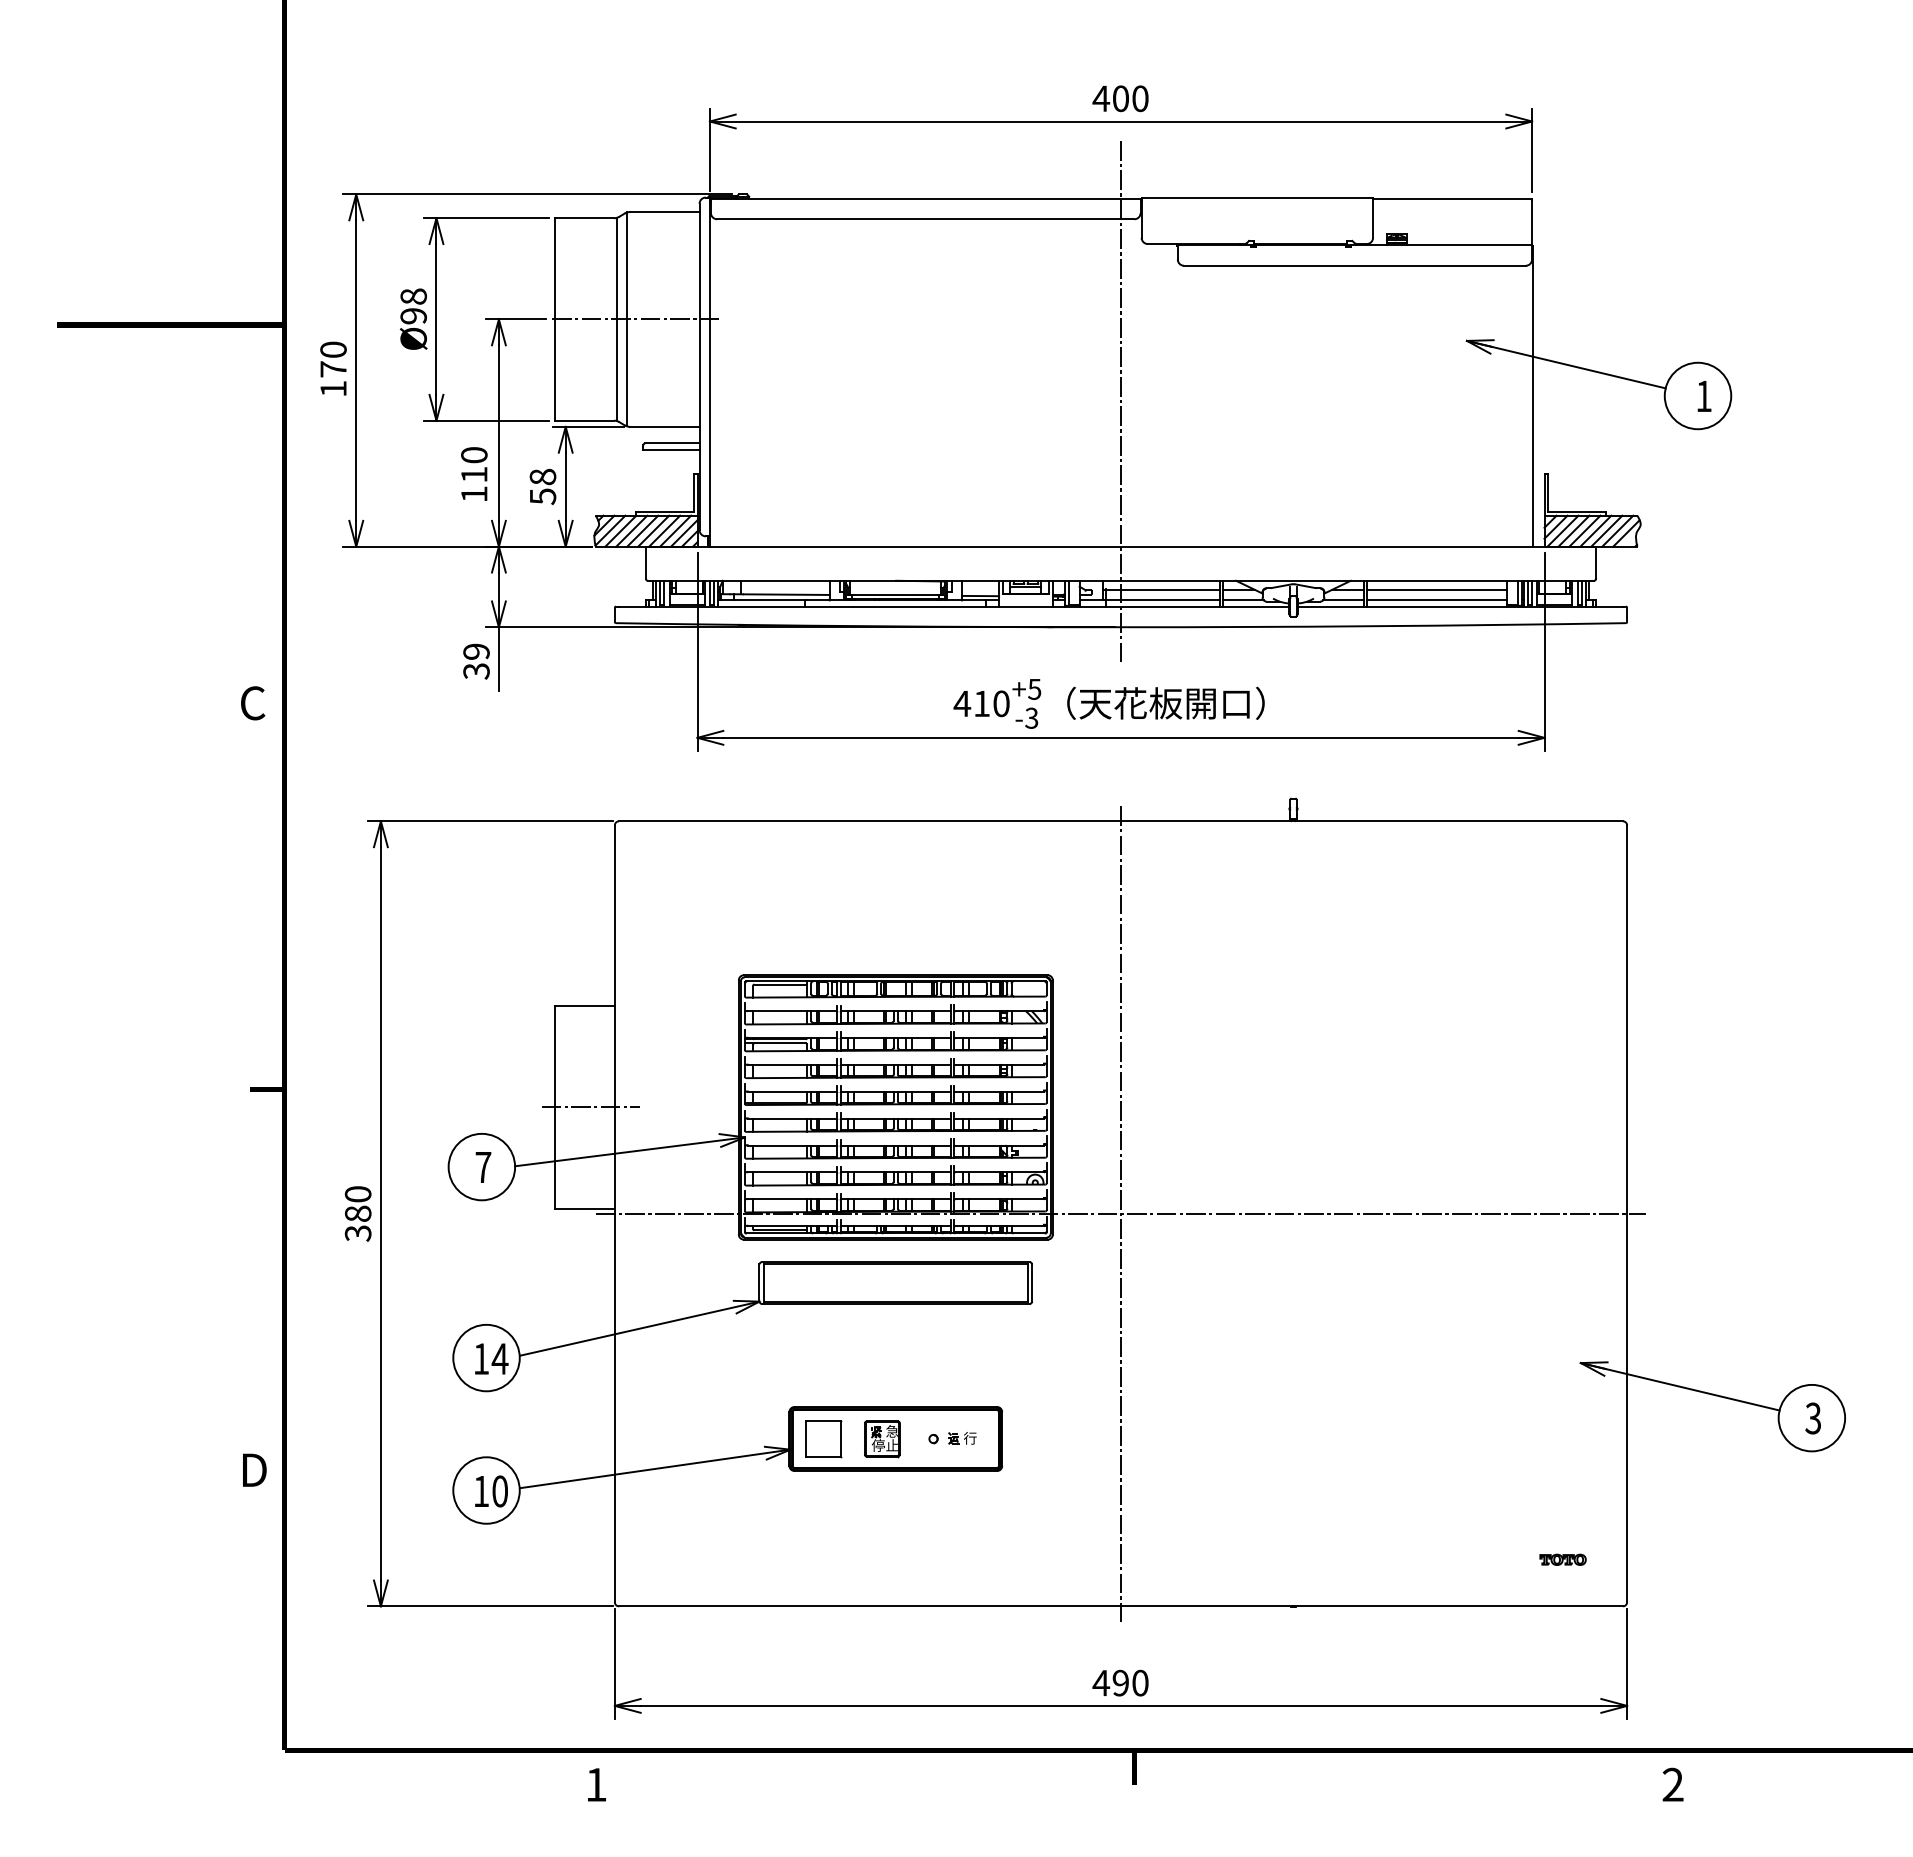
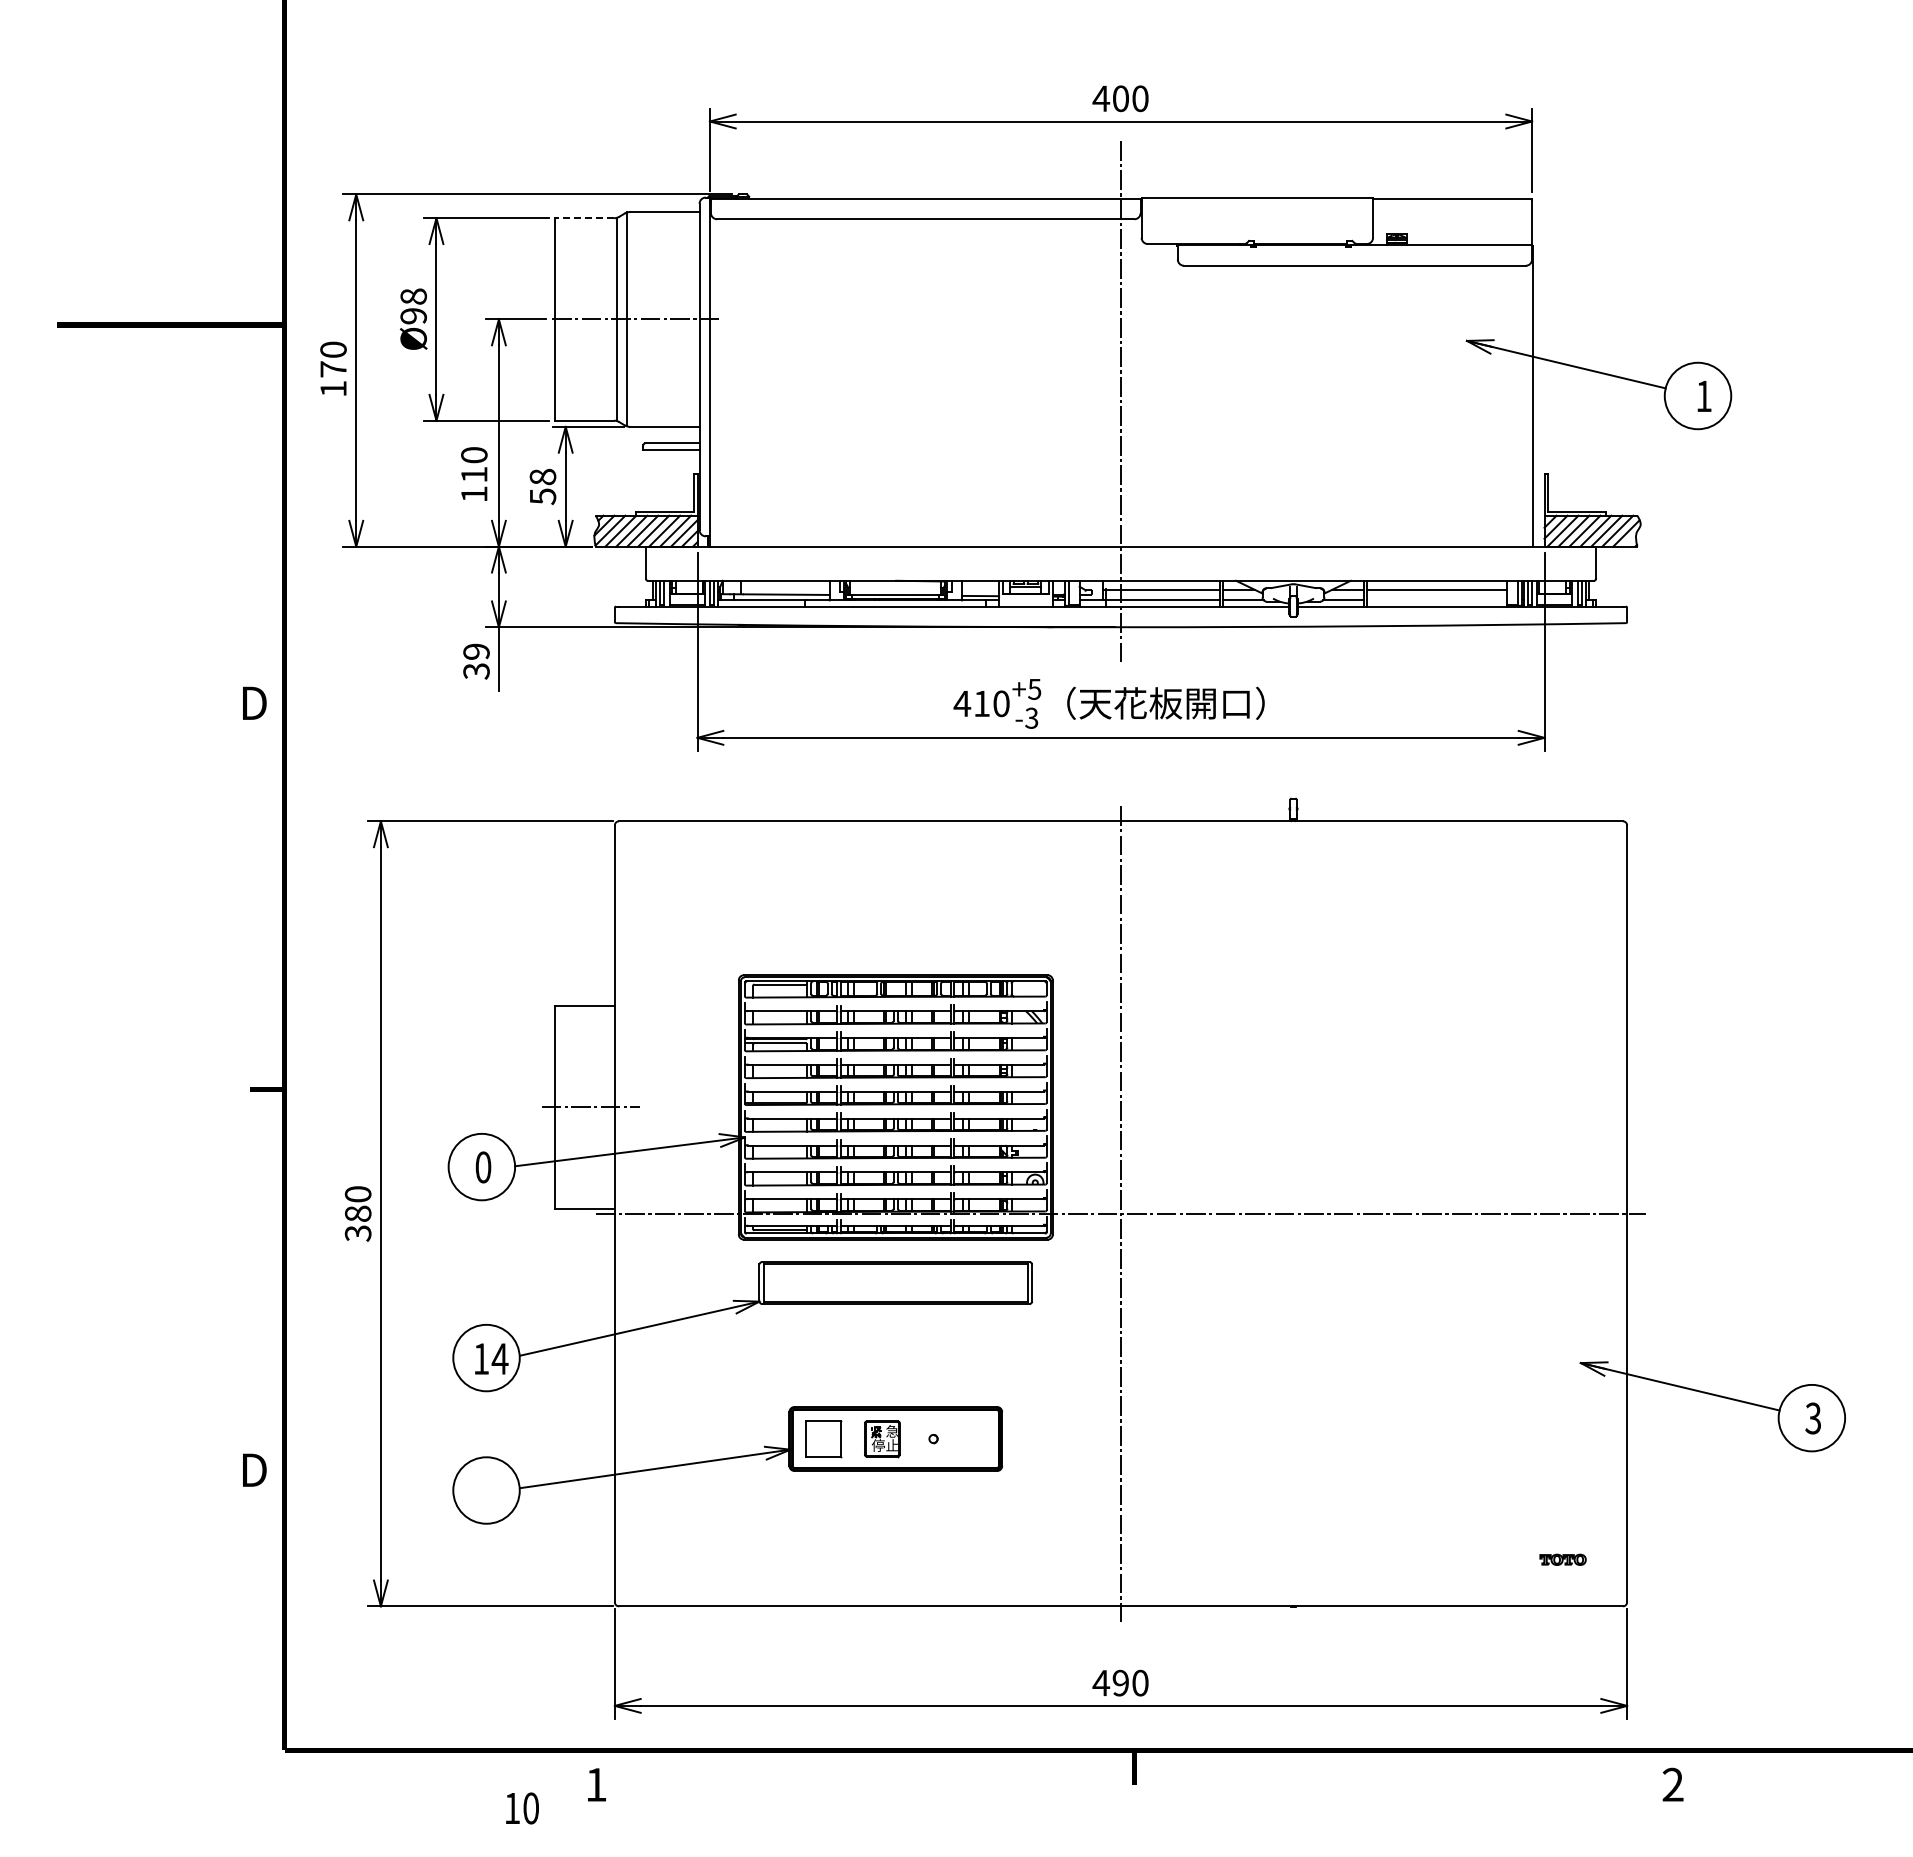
line at (584, 218): solid -> dashed
line at (1437, 600): present -> none
text at (253, 703): C -> D
text at (483, 1167): 7 -> 0
part at (962, 1438): present -> none
text at (491, 1491) position: (491, 1491) -> (522, 1808)
